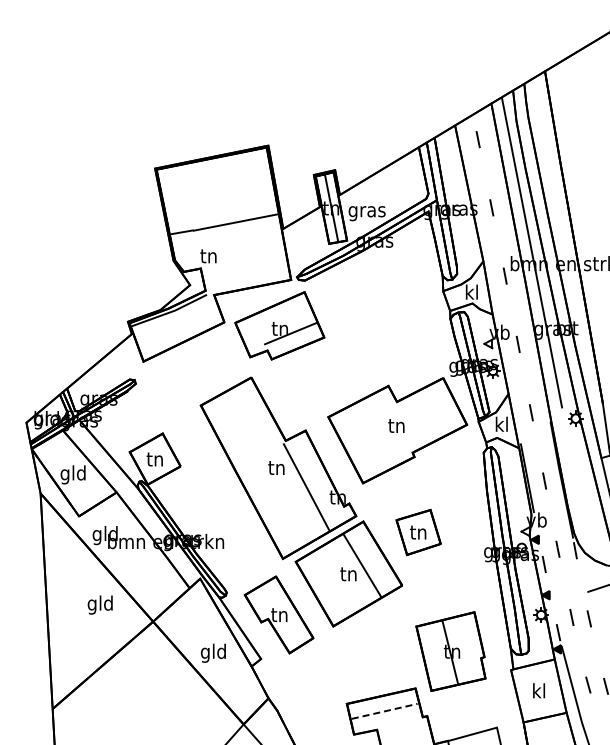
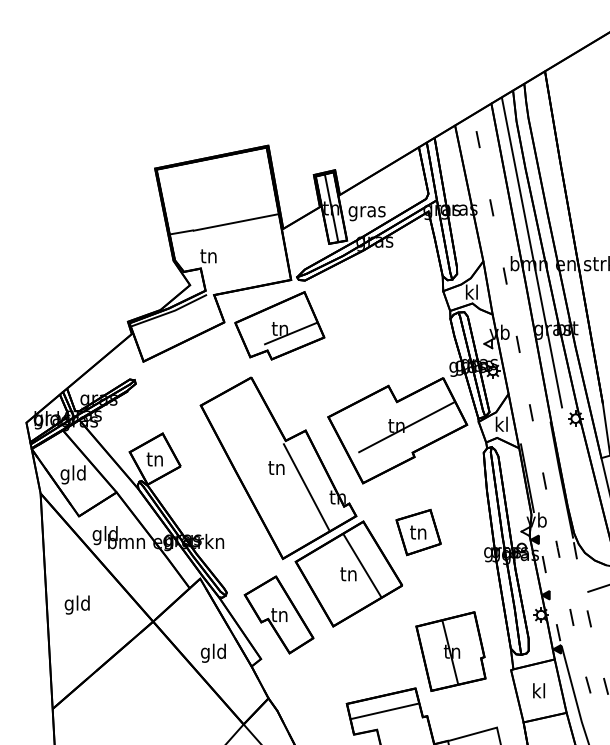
line at (406, 427): none -> present
text at (99, 604) position: (99, 604) -> (76, 604)
line at (384, 711): dashed -> solid
